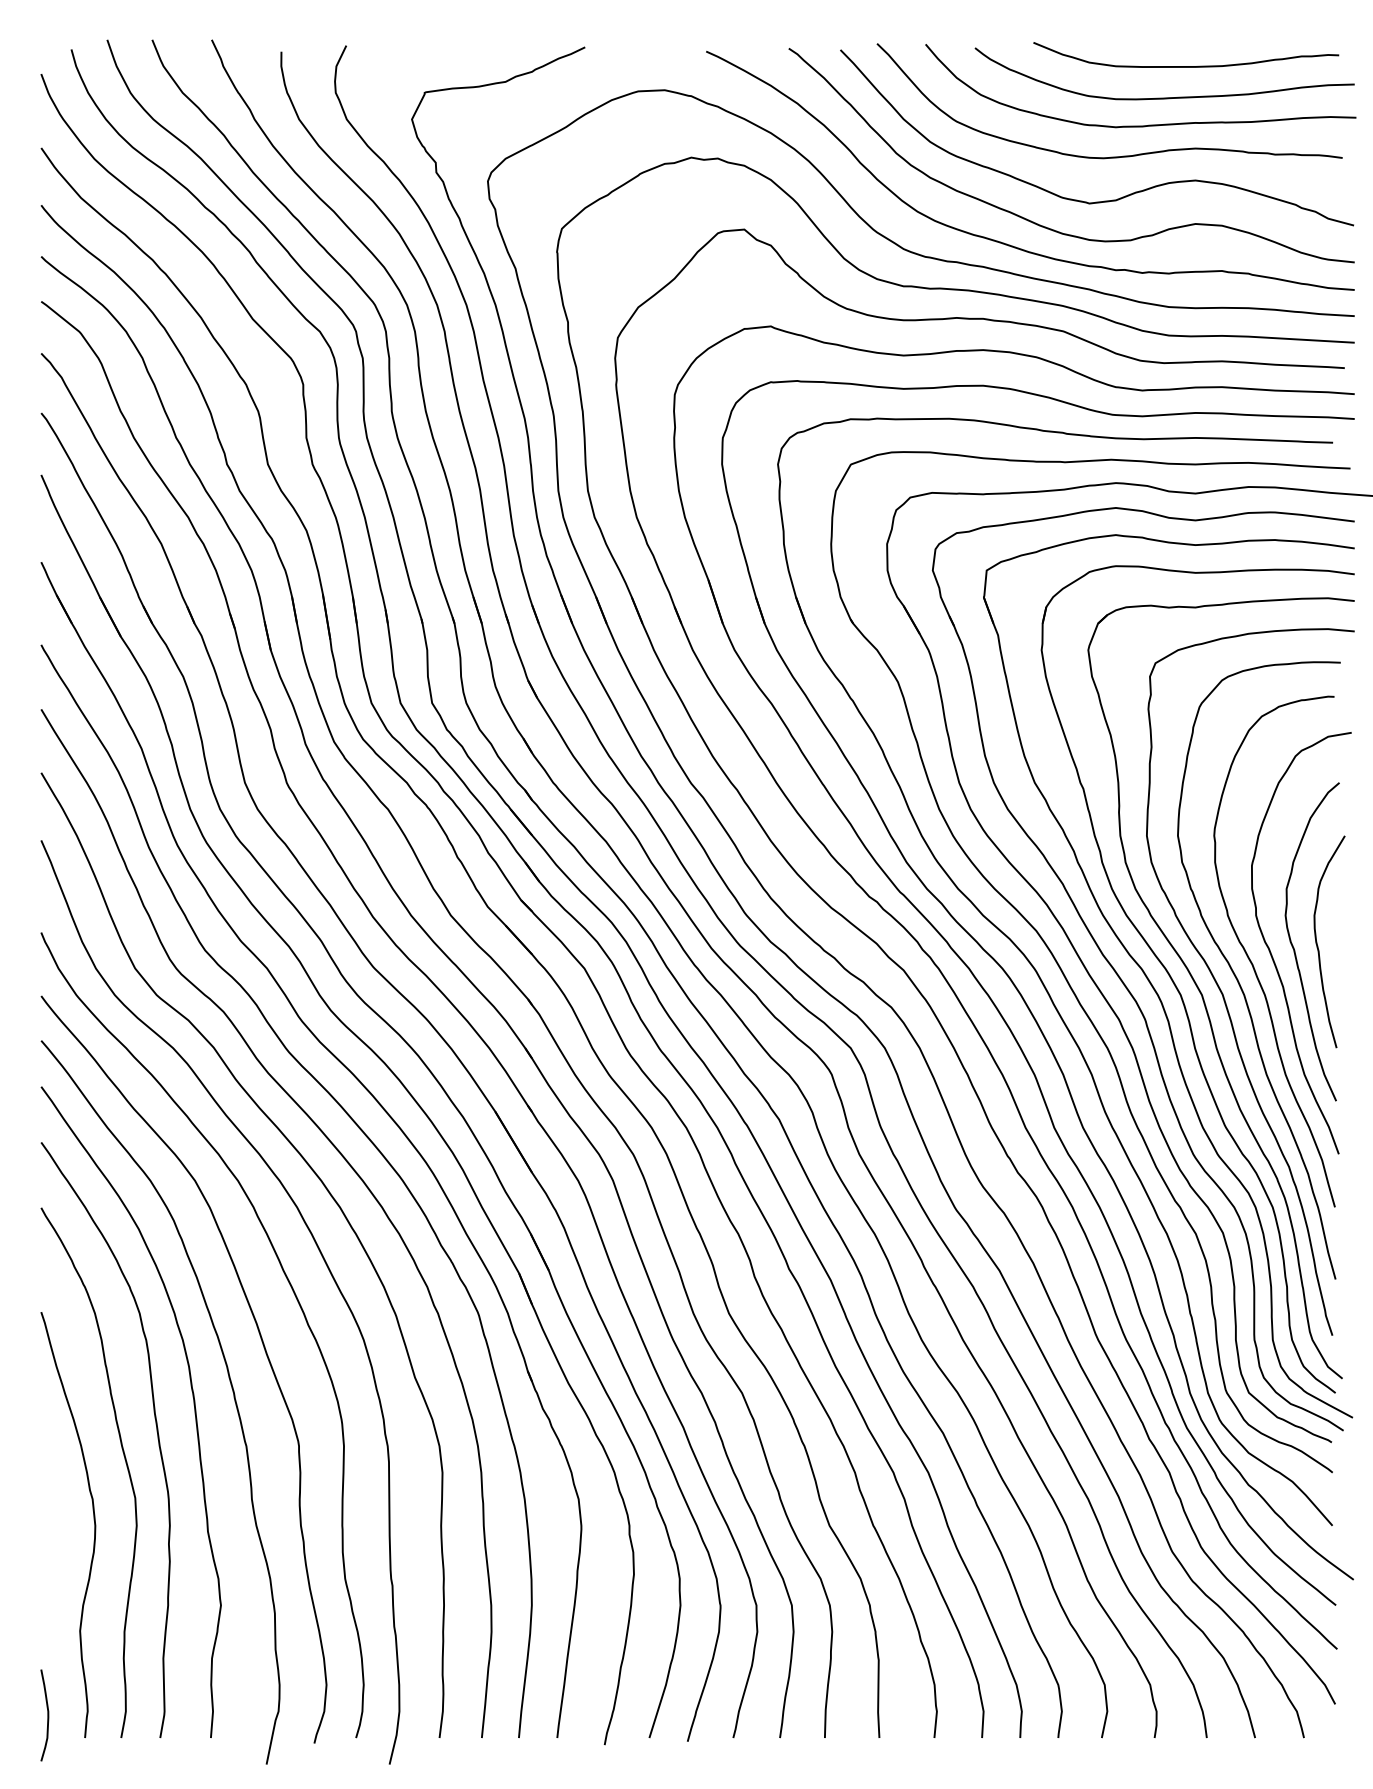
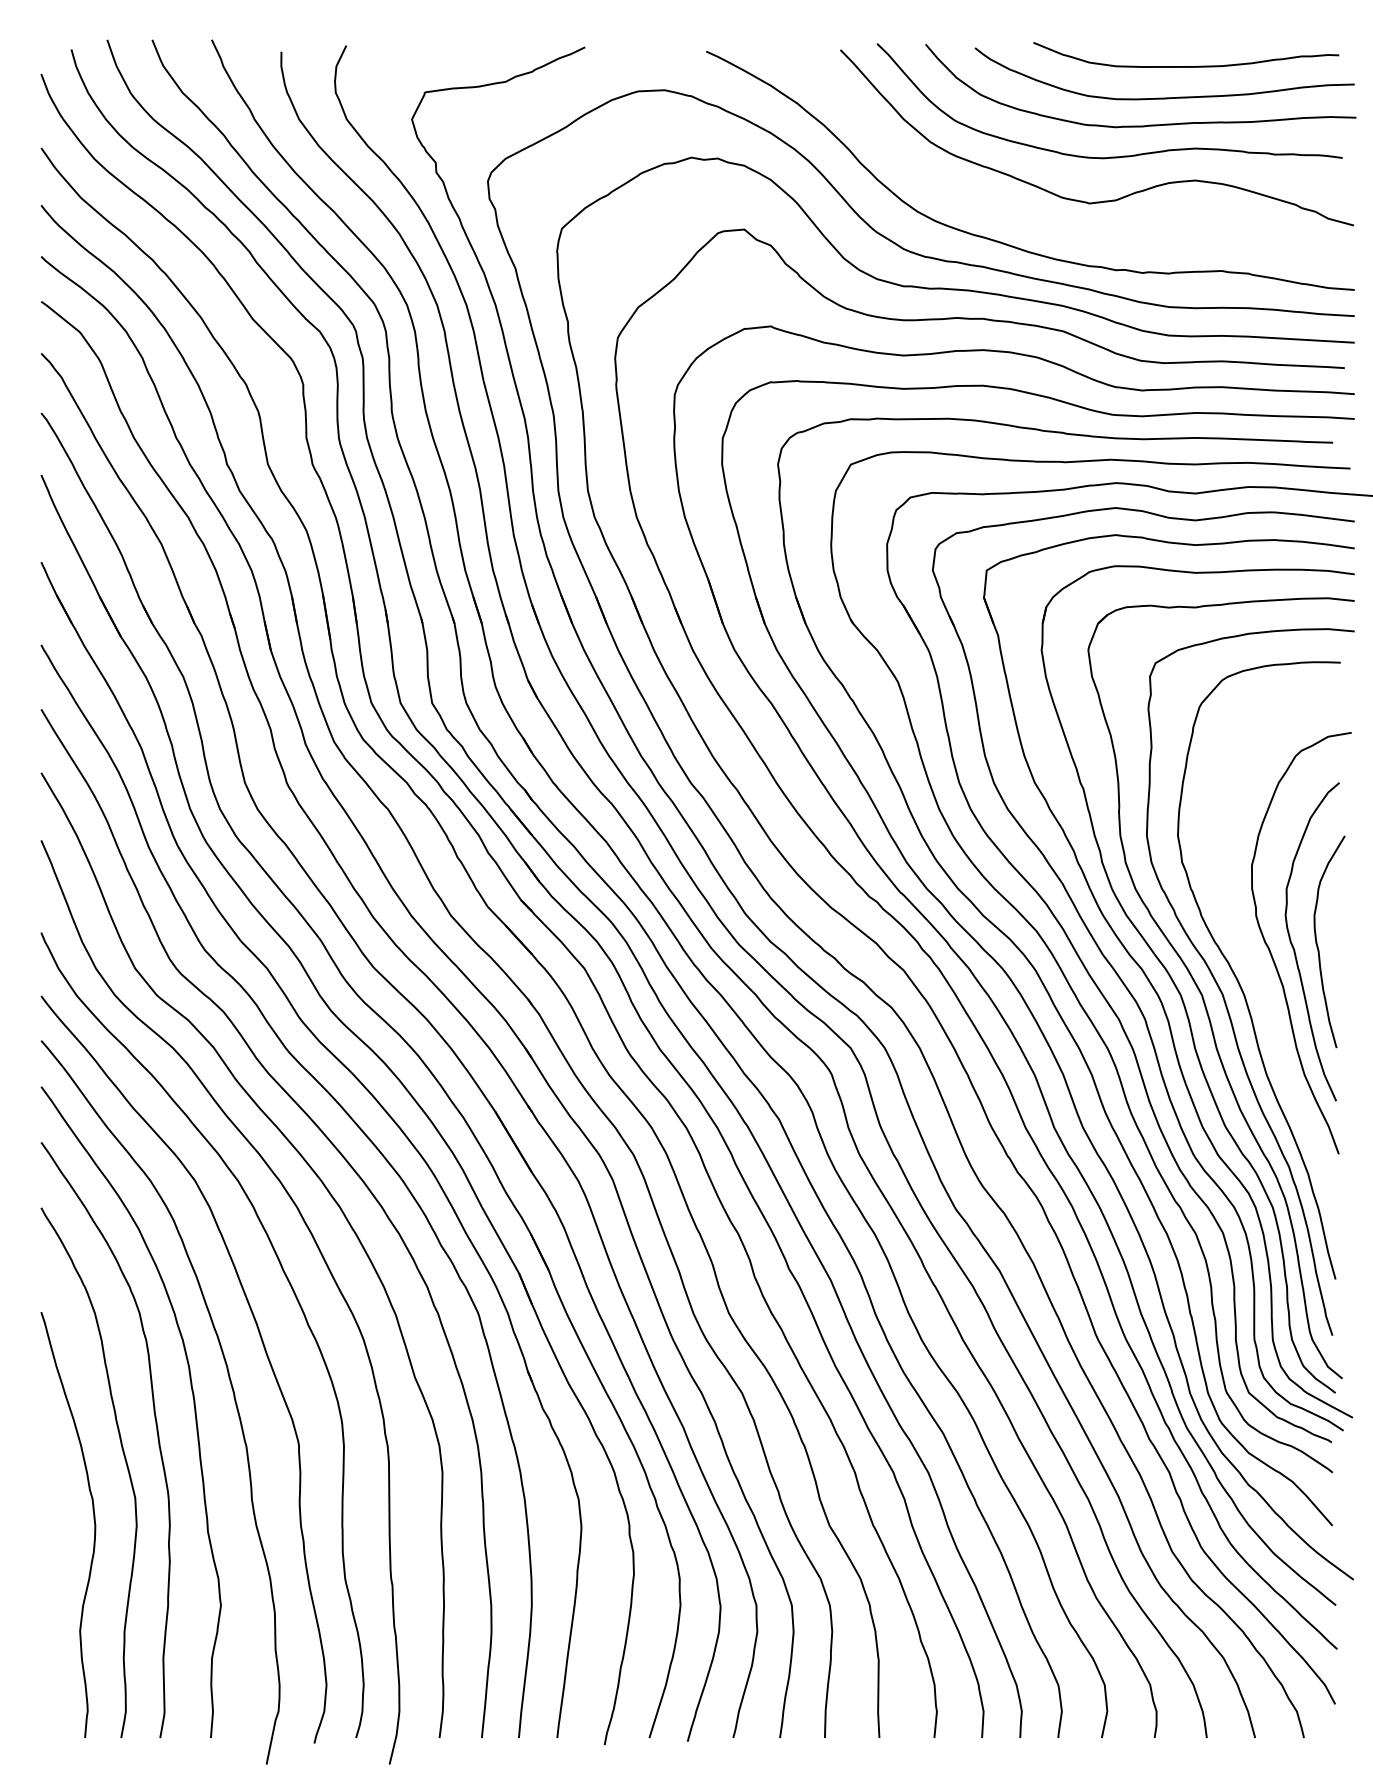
curve at (1043, 225): present -> none
curve at (1252, 962): present -> none
curve at (47, 1715): present -> none
